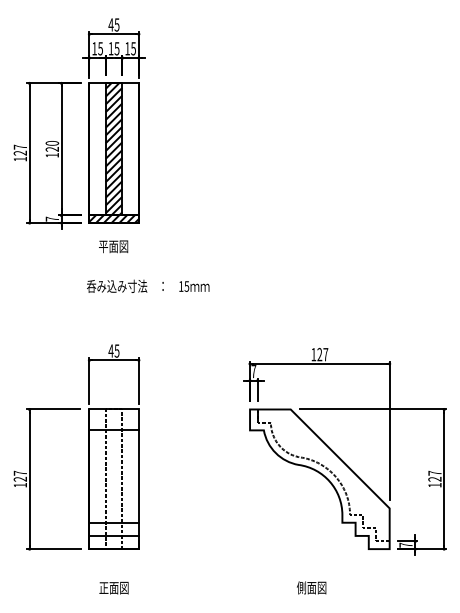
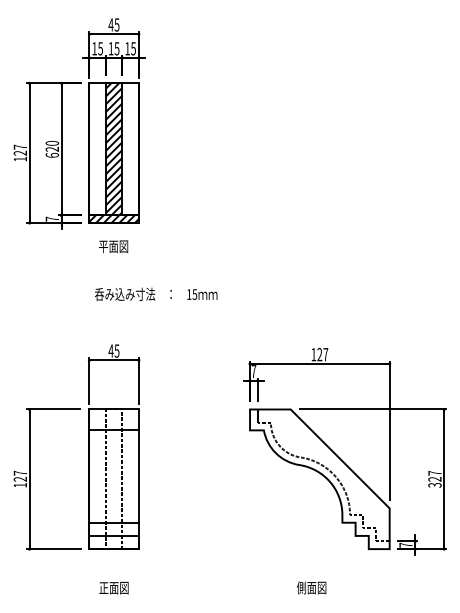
text at (52, 154): 120 -> 620
text at (148, 285) position: (148, 285) -> (156, 293)
text at (434, 485): 127 -> 327
